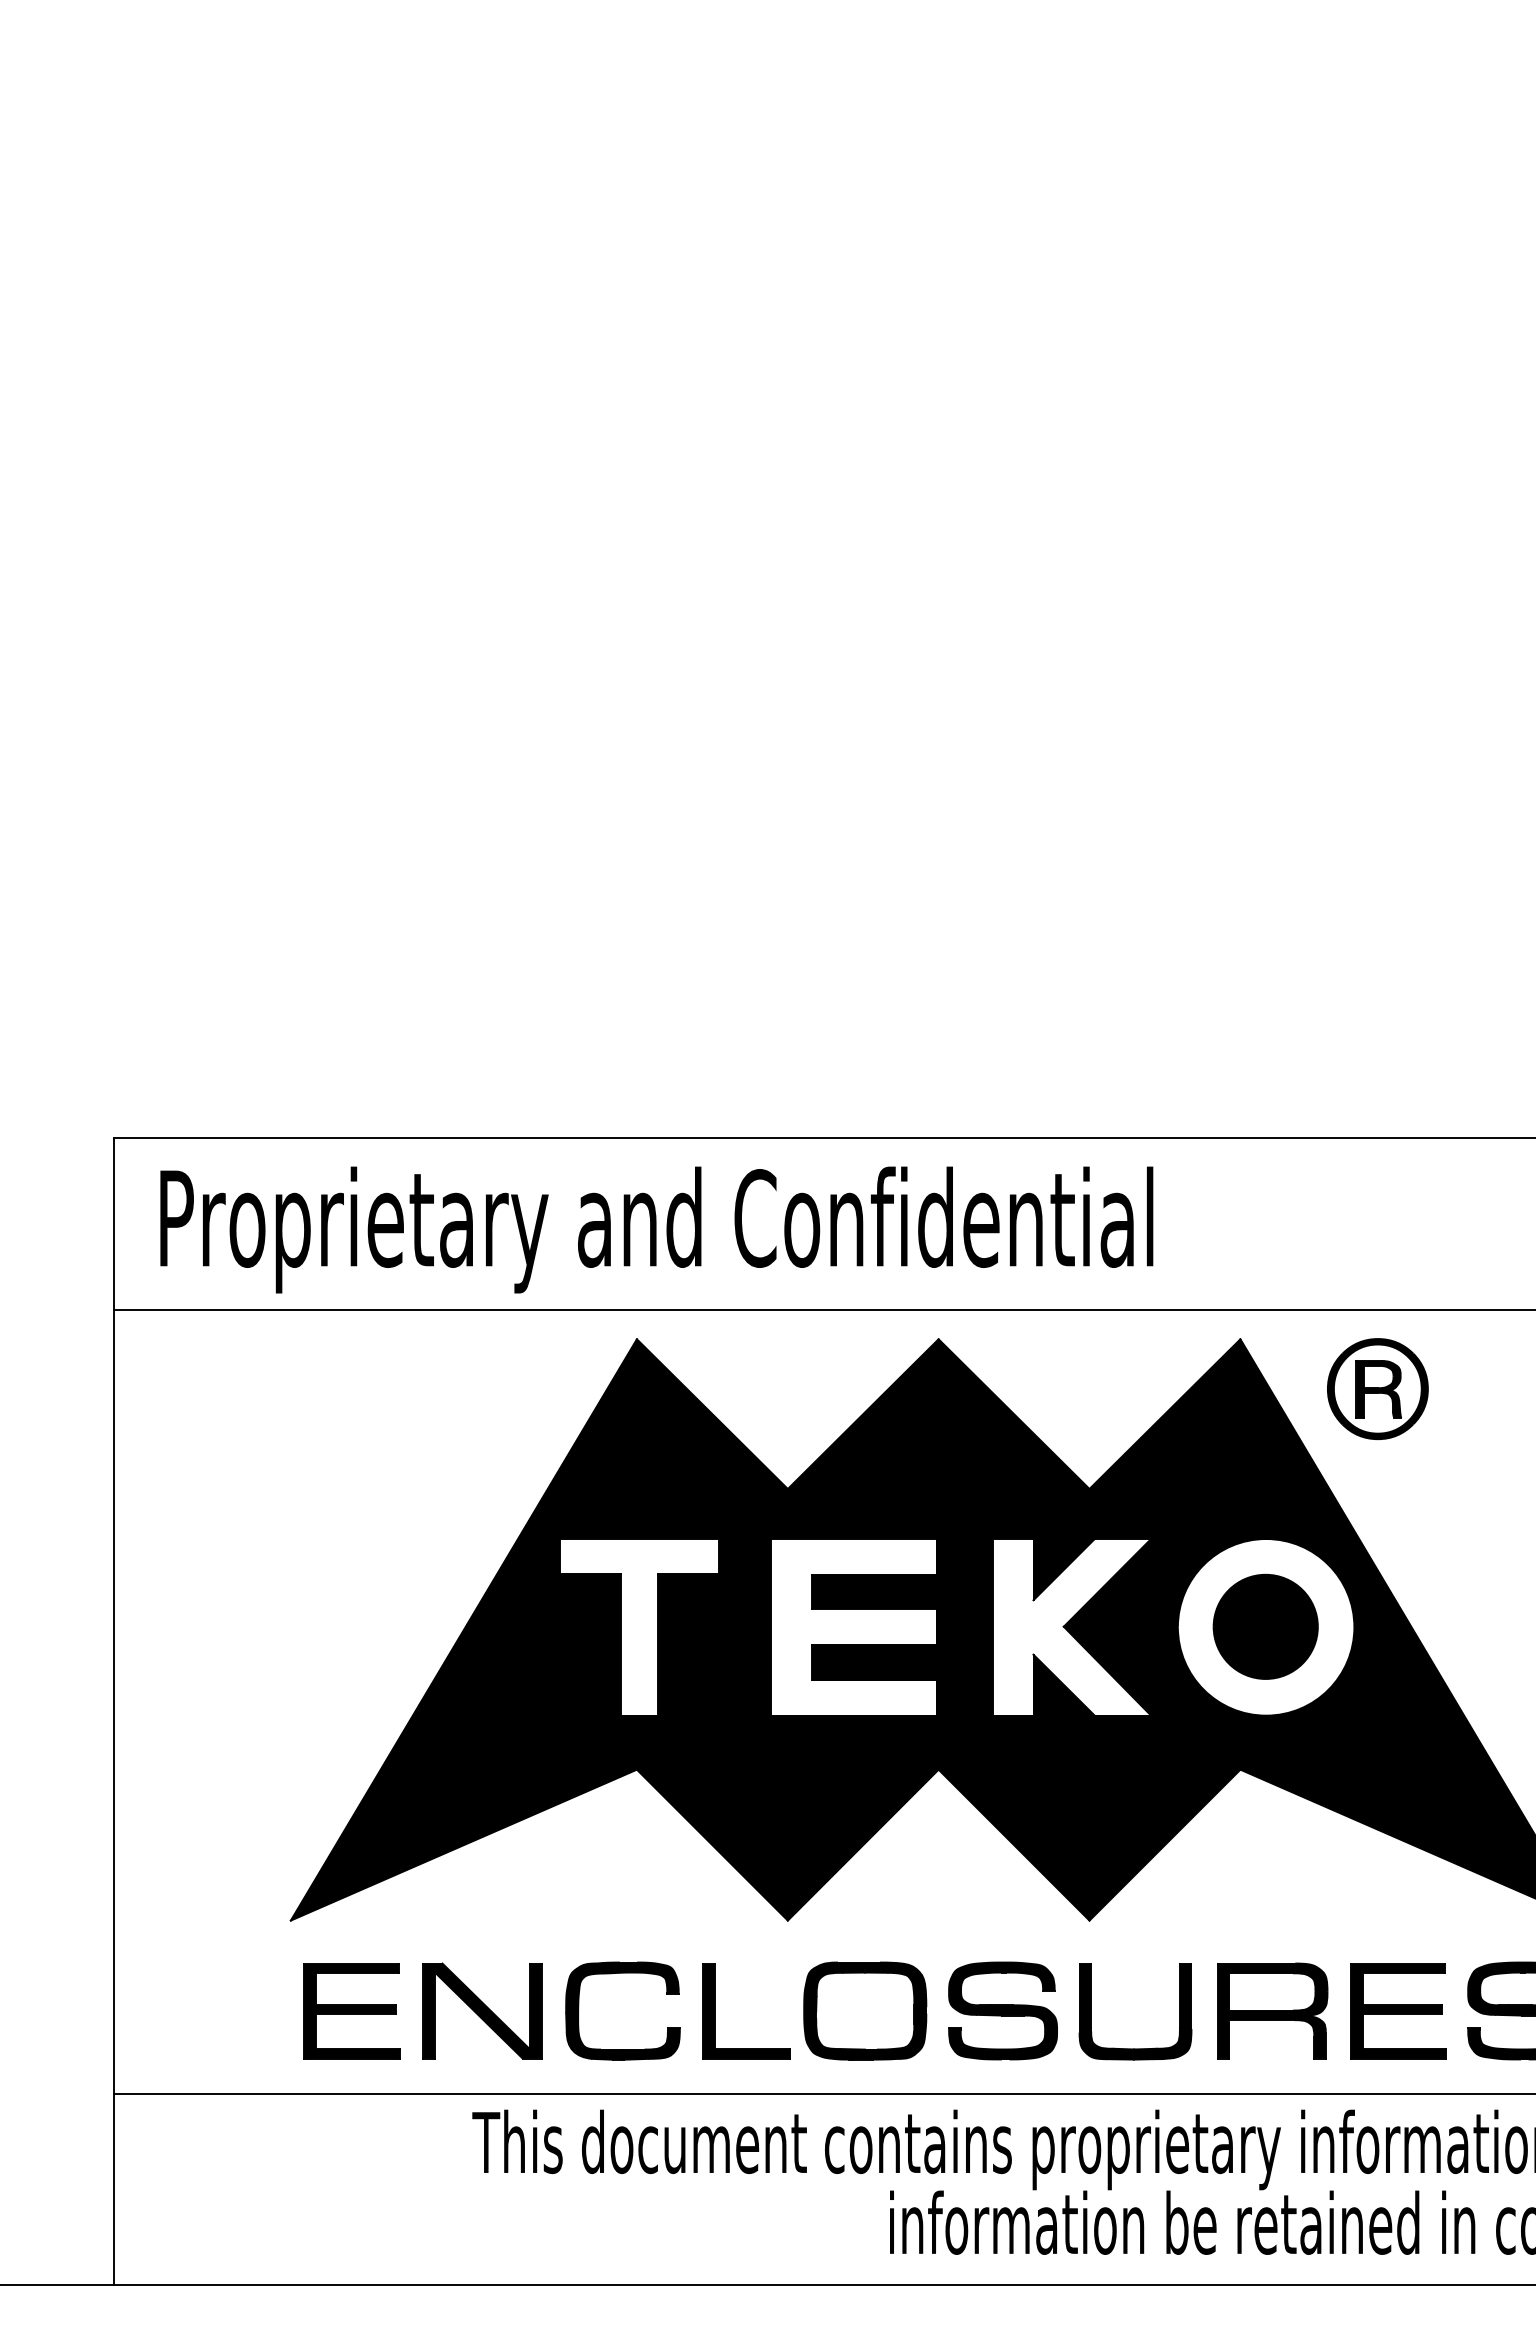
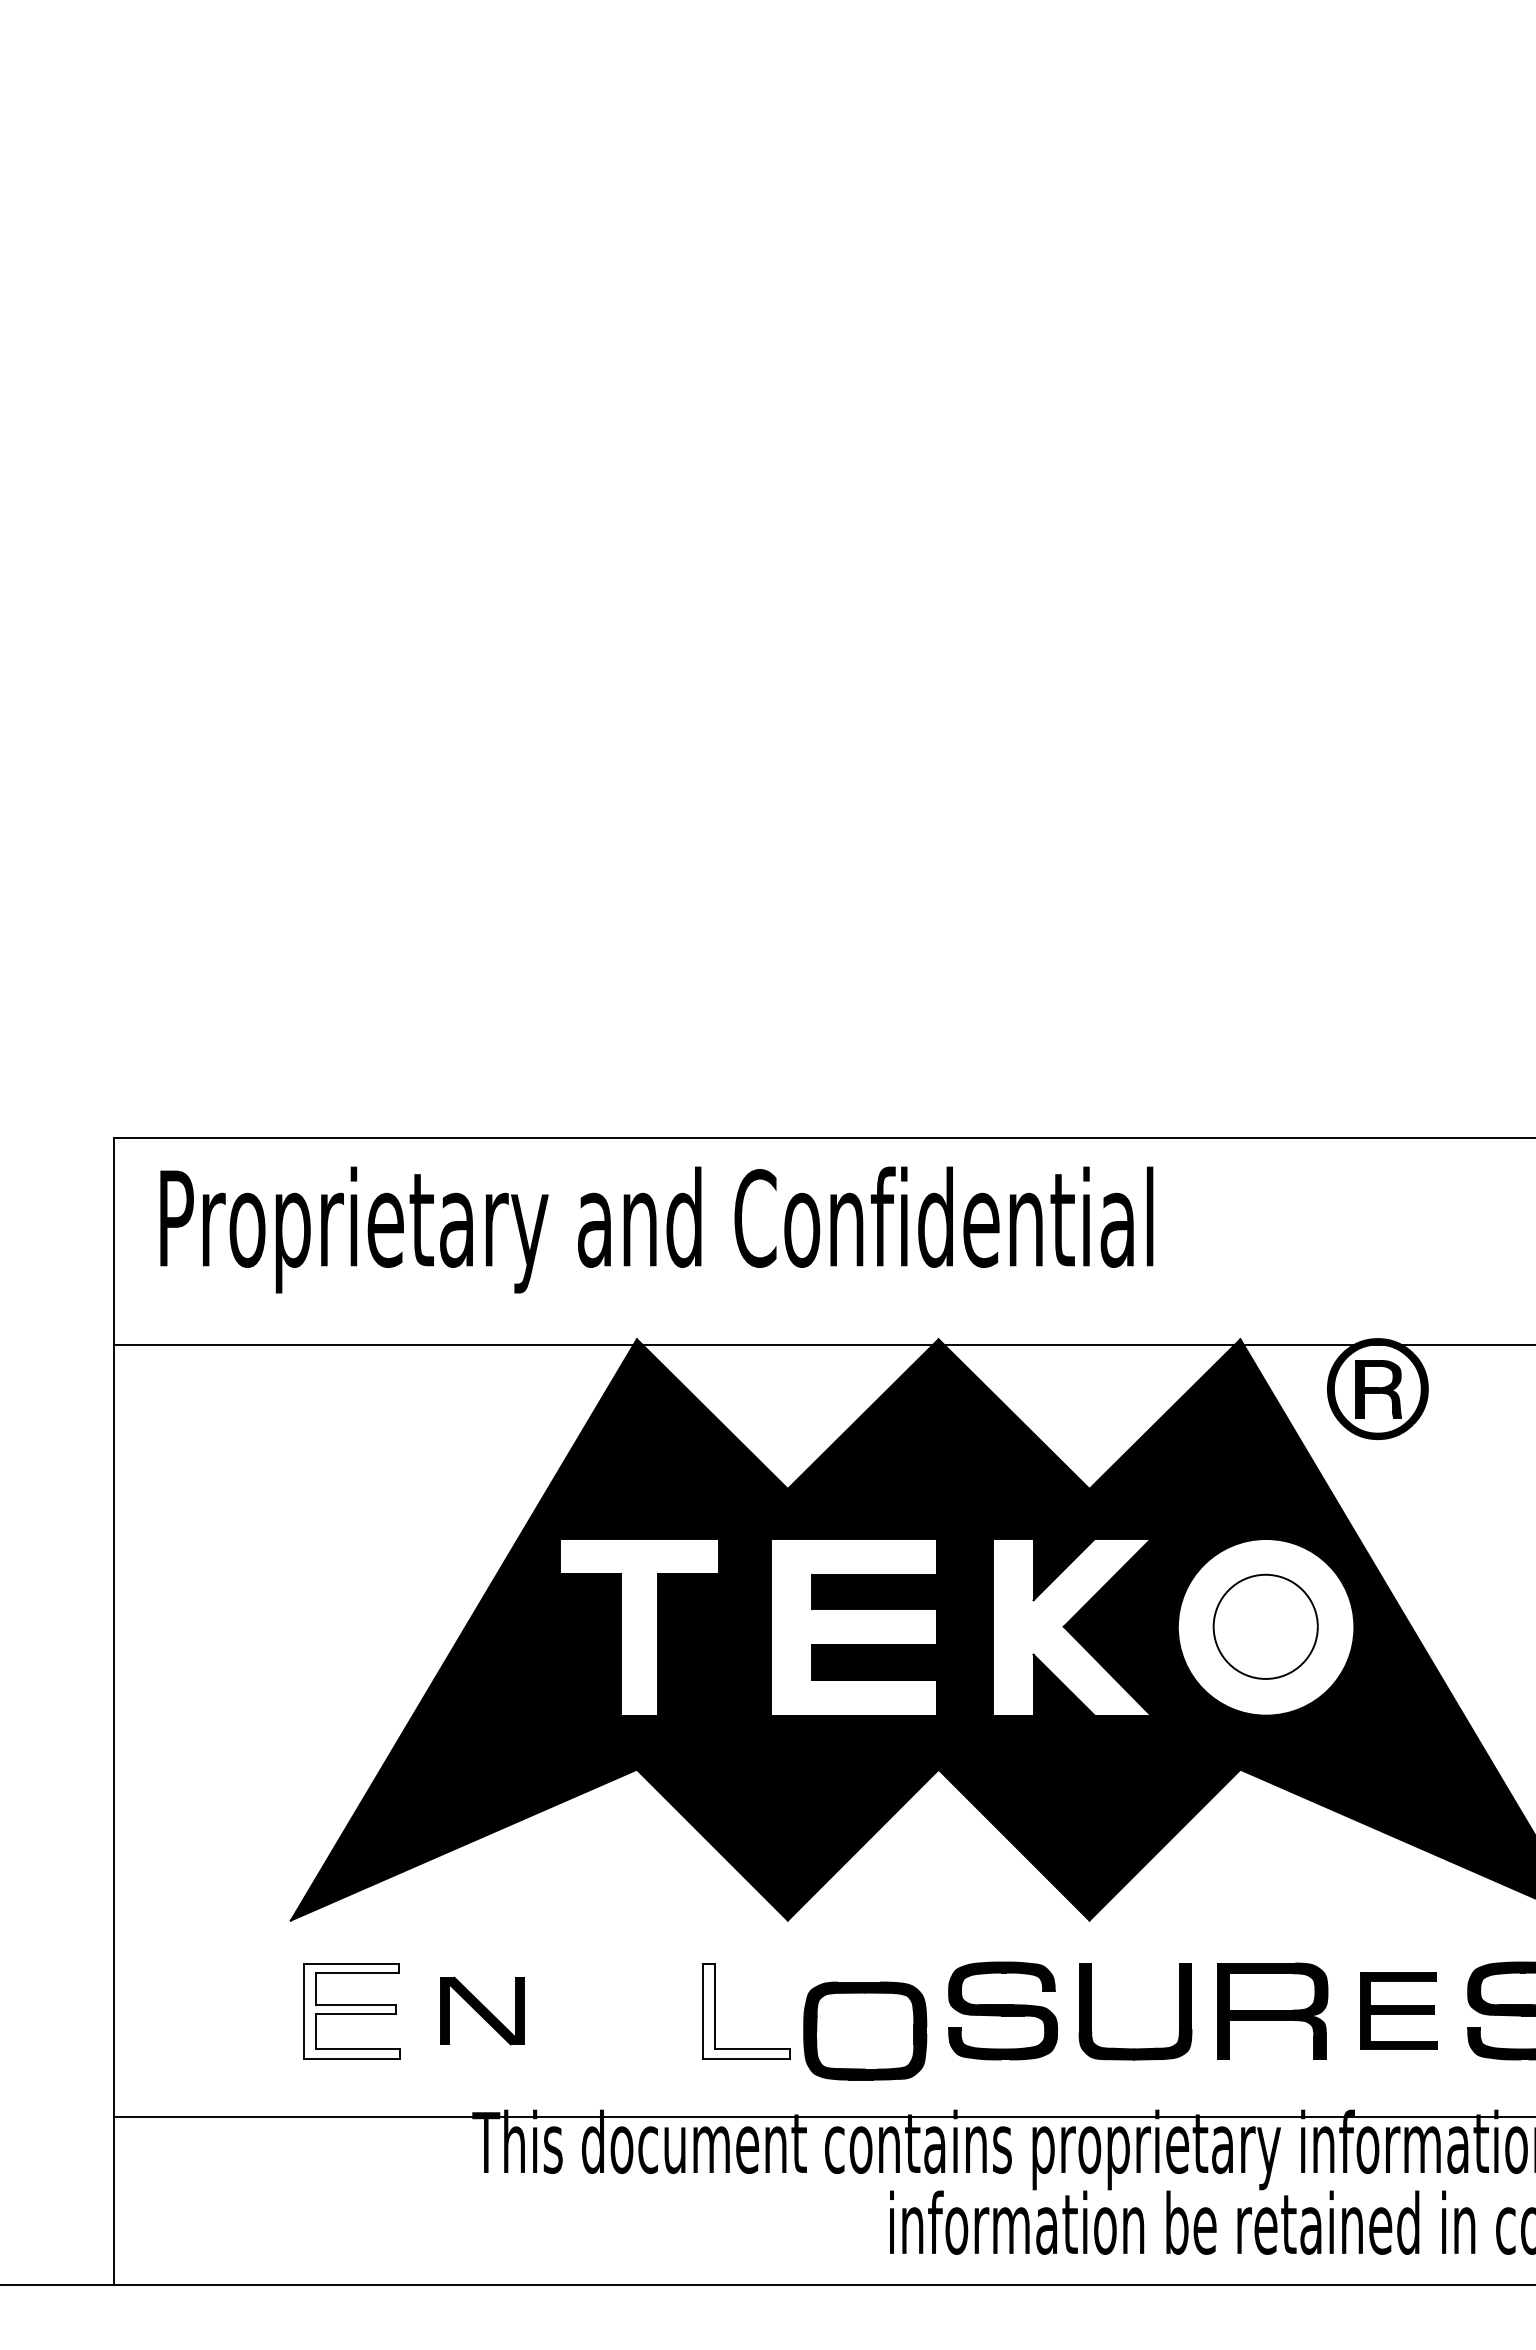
line at (823, 1310) position: (823, 1310) -> (823, 1345)
fill at (1265, 1626): present -> none
part at (622, 1973): present -> none
fill at (351, 2010): present -> none
part at (482, 2010) size: 121x98 px -> 85x70 px
fill at (746, 2010): present -> none
part at (865, 2010) position: (865, 2010) -> (865, 2030)
part at (1398, 2011) size: 97x97 px -> 78x78 px
line at (823, 2094) position: (823, 2094) -> (823, 2117)
